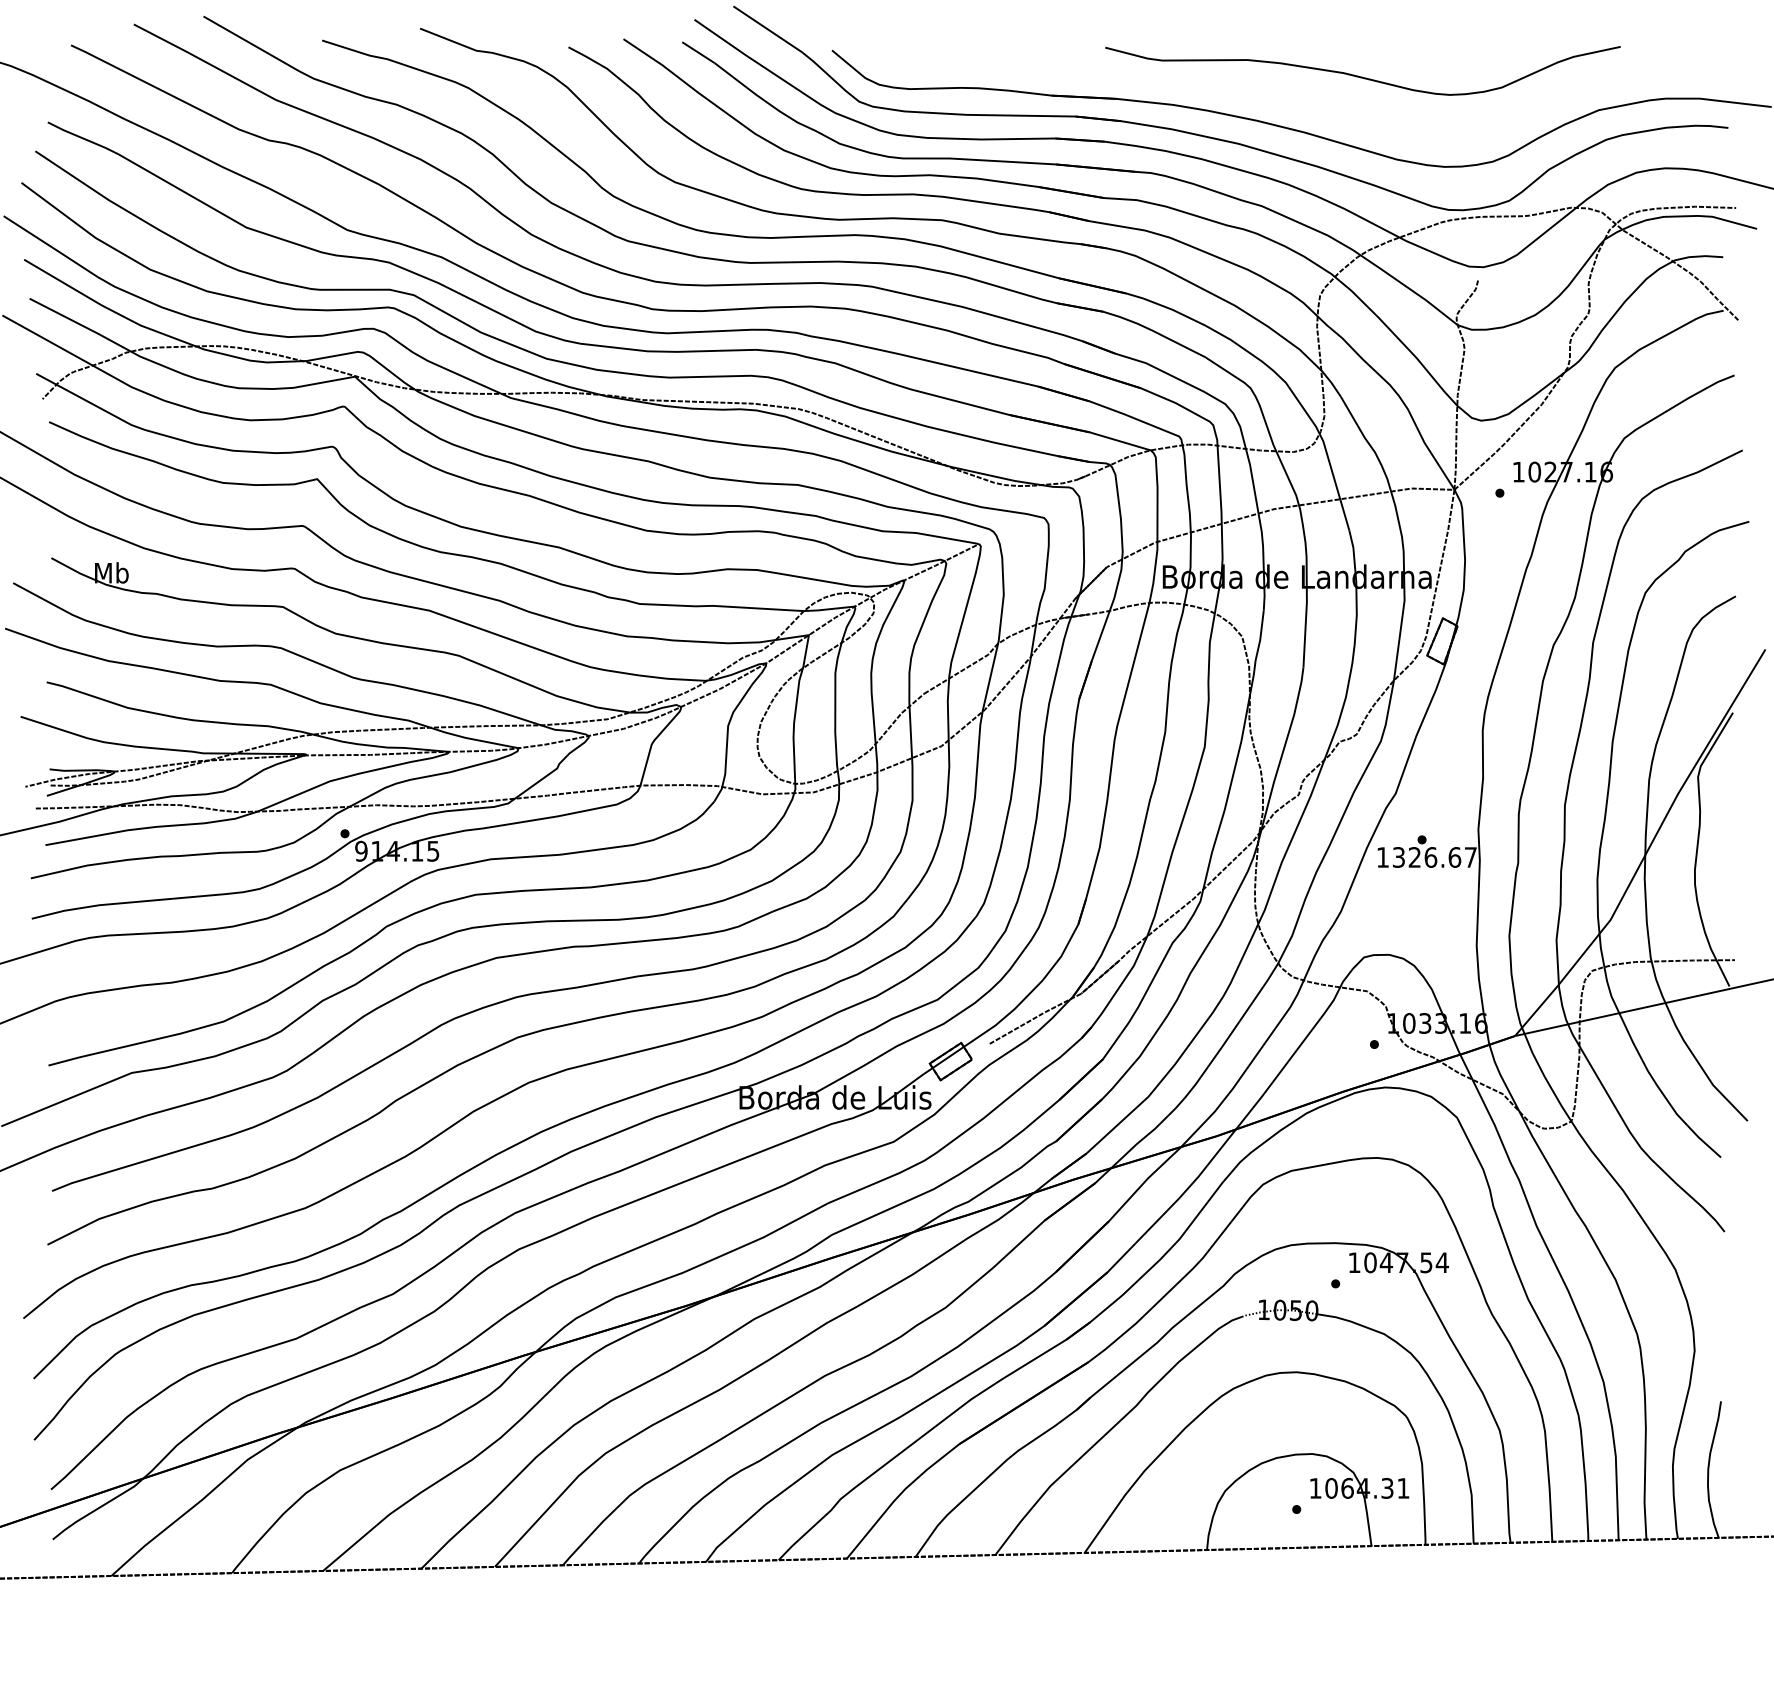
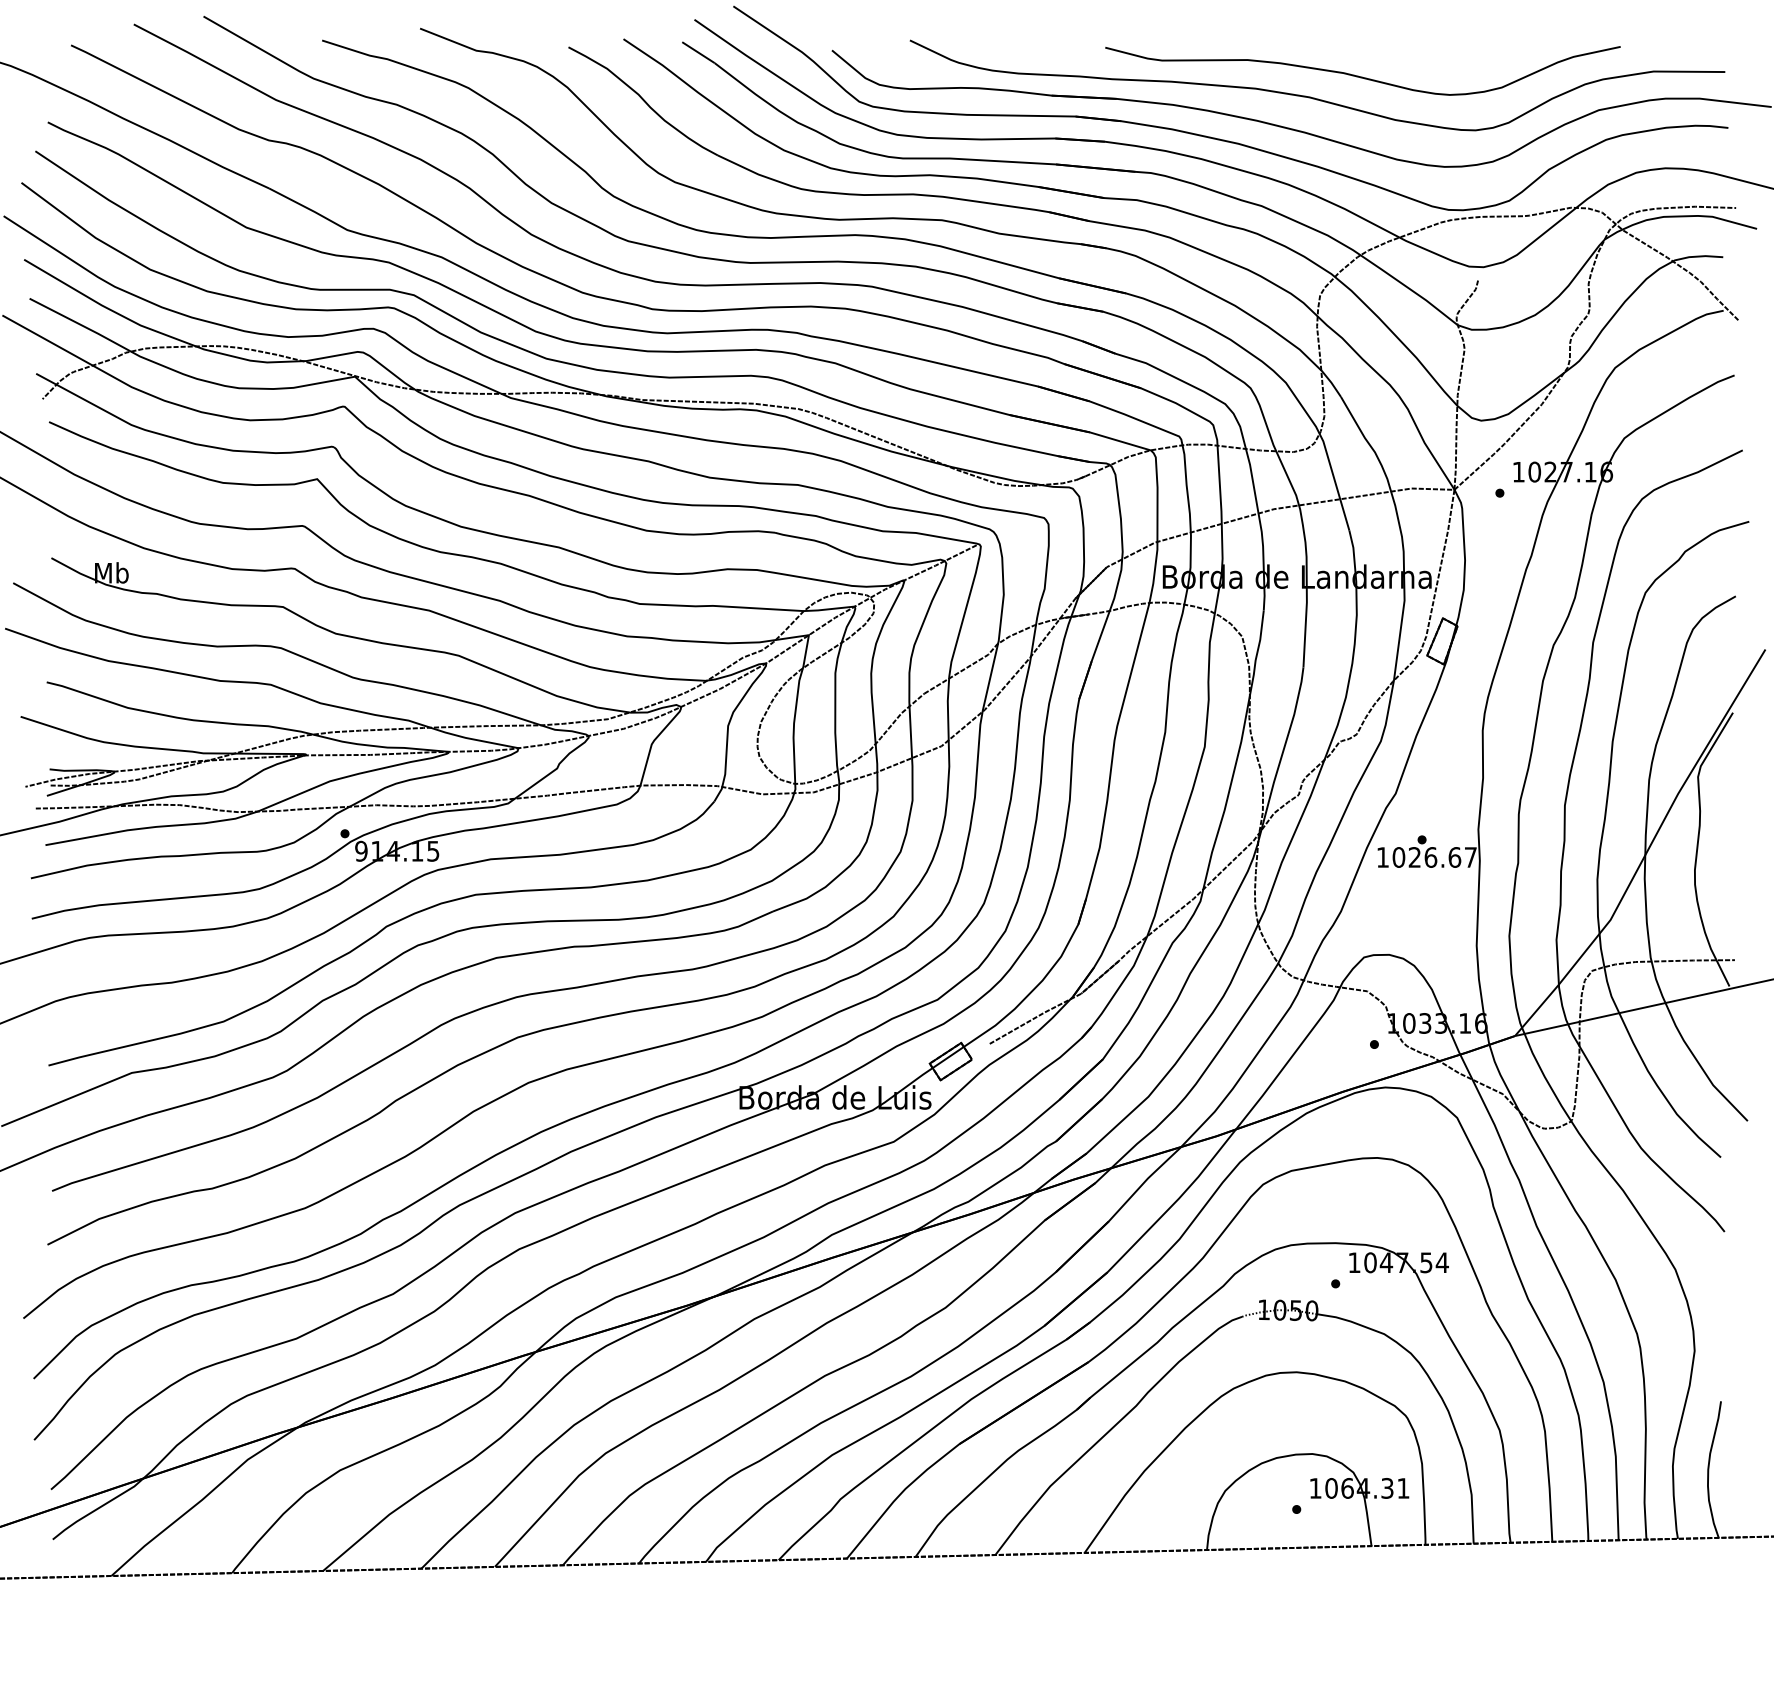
curve at (1314, 97): none -> present
text at (1398, 857): 1326.67 -> 1026.67
